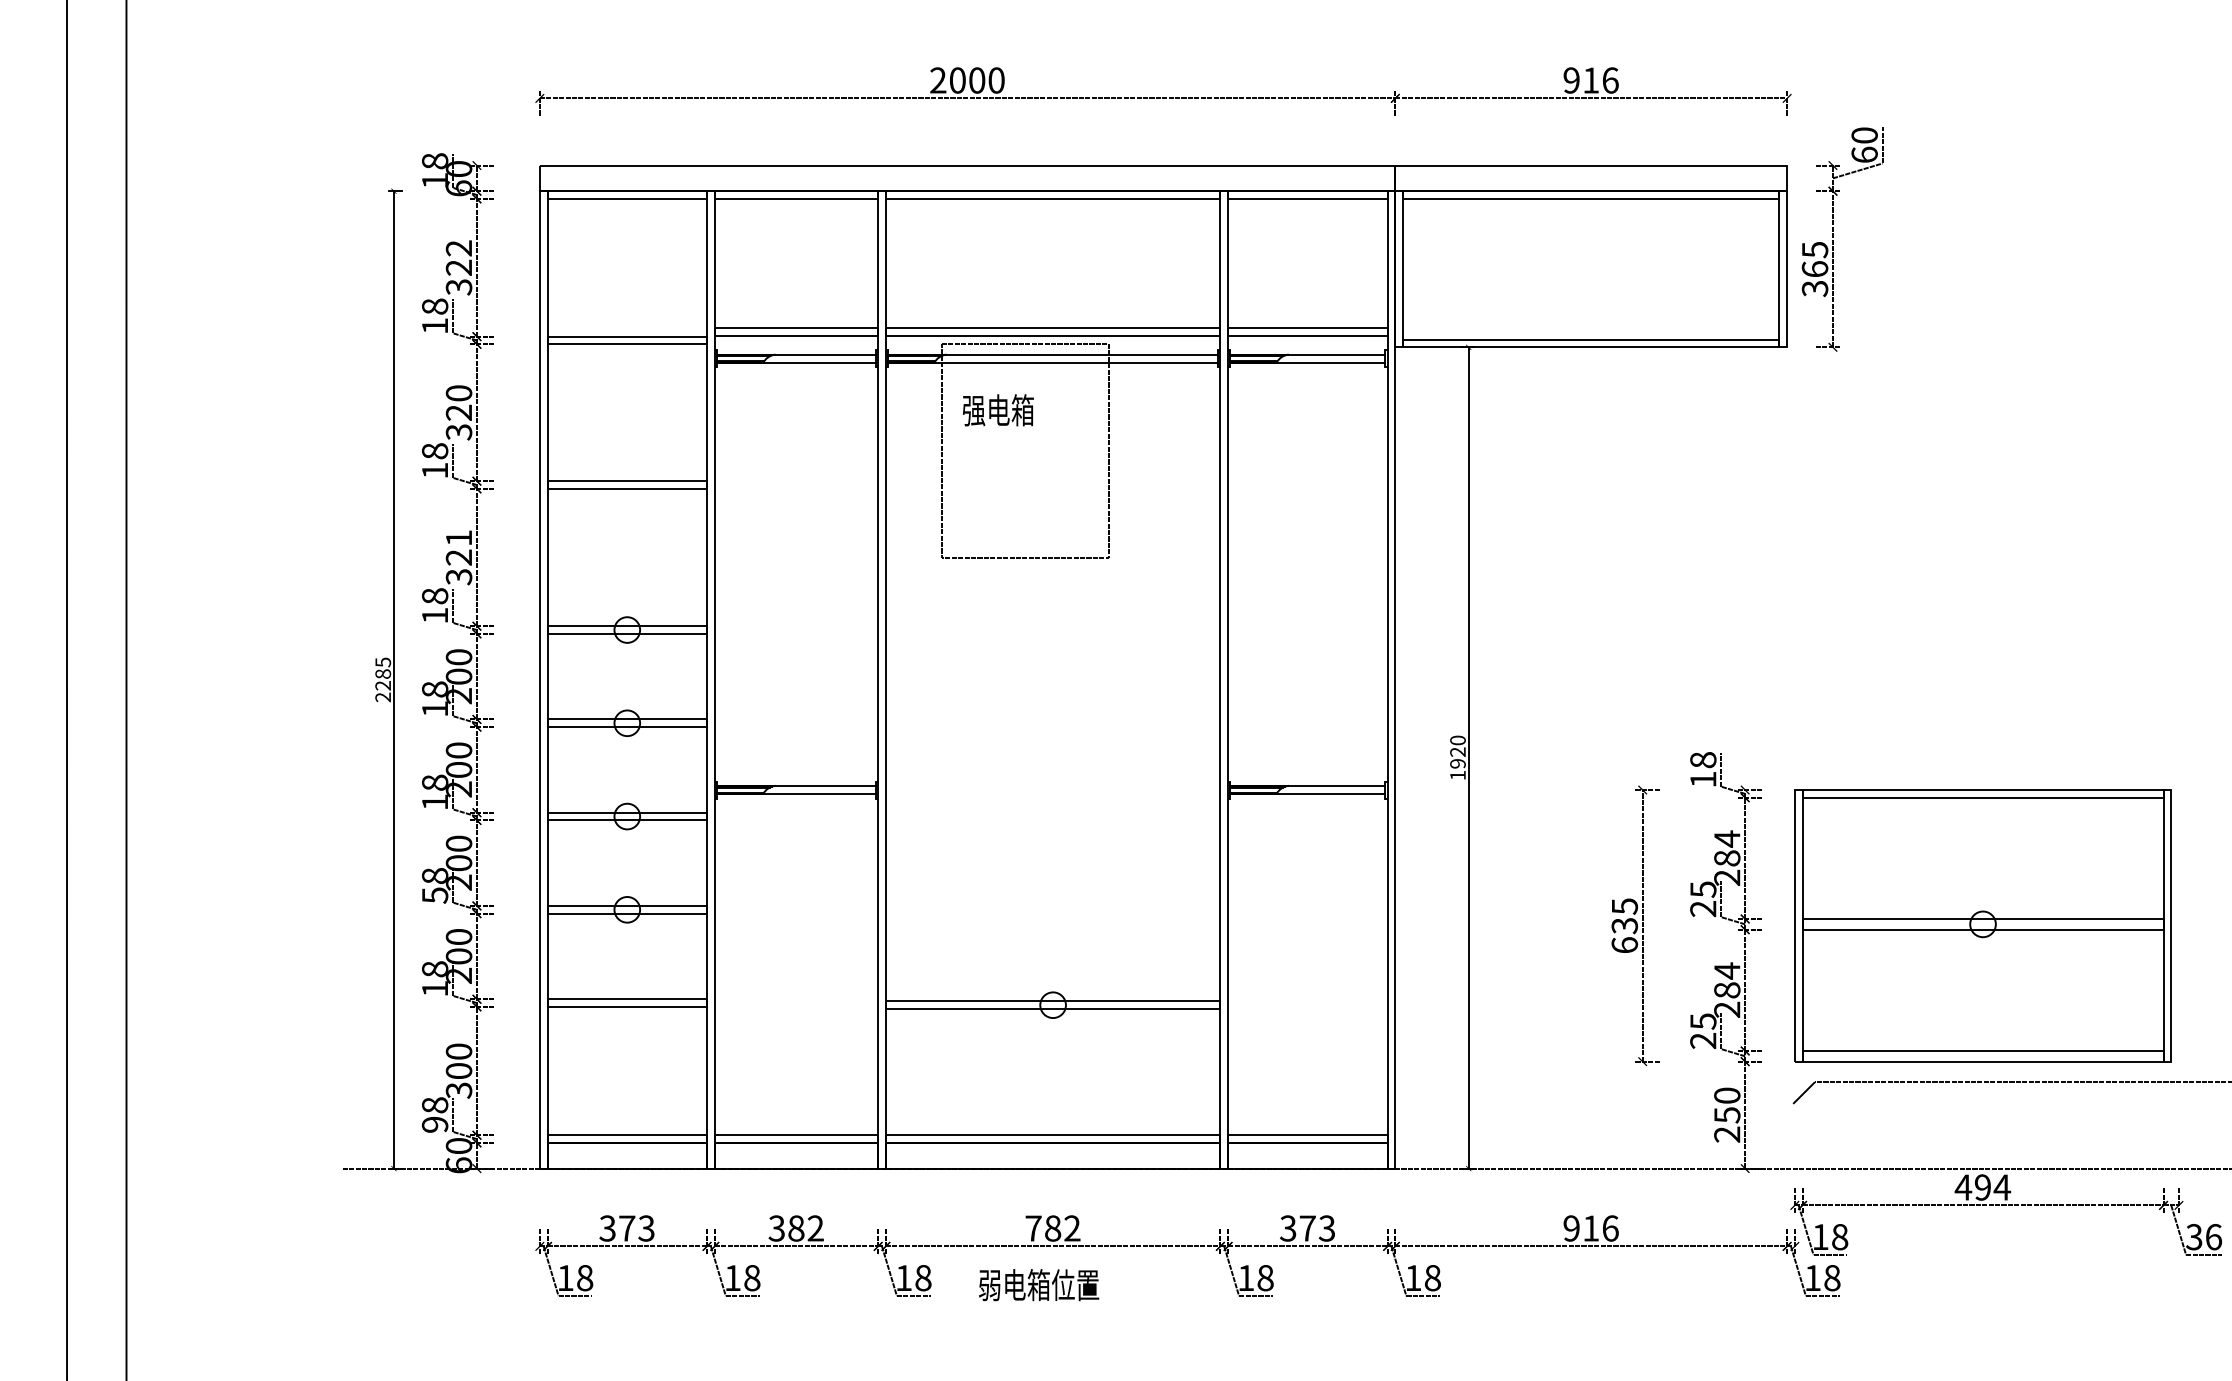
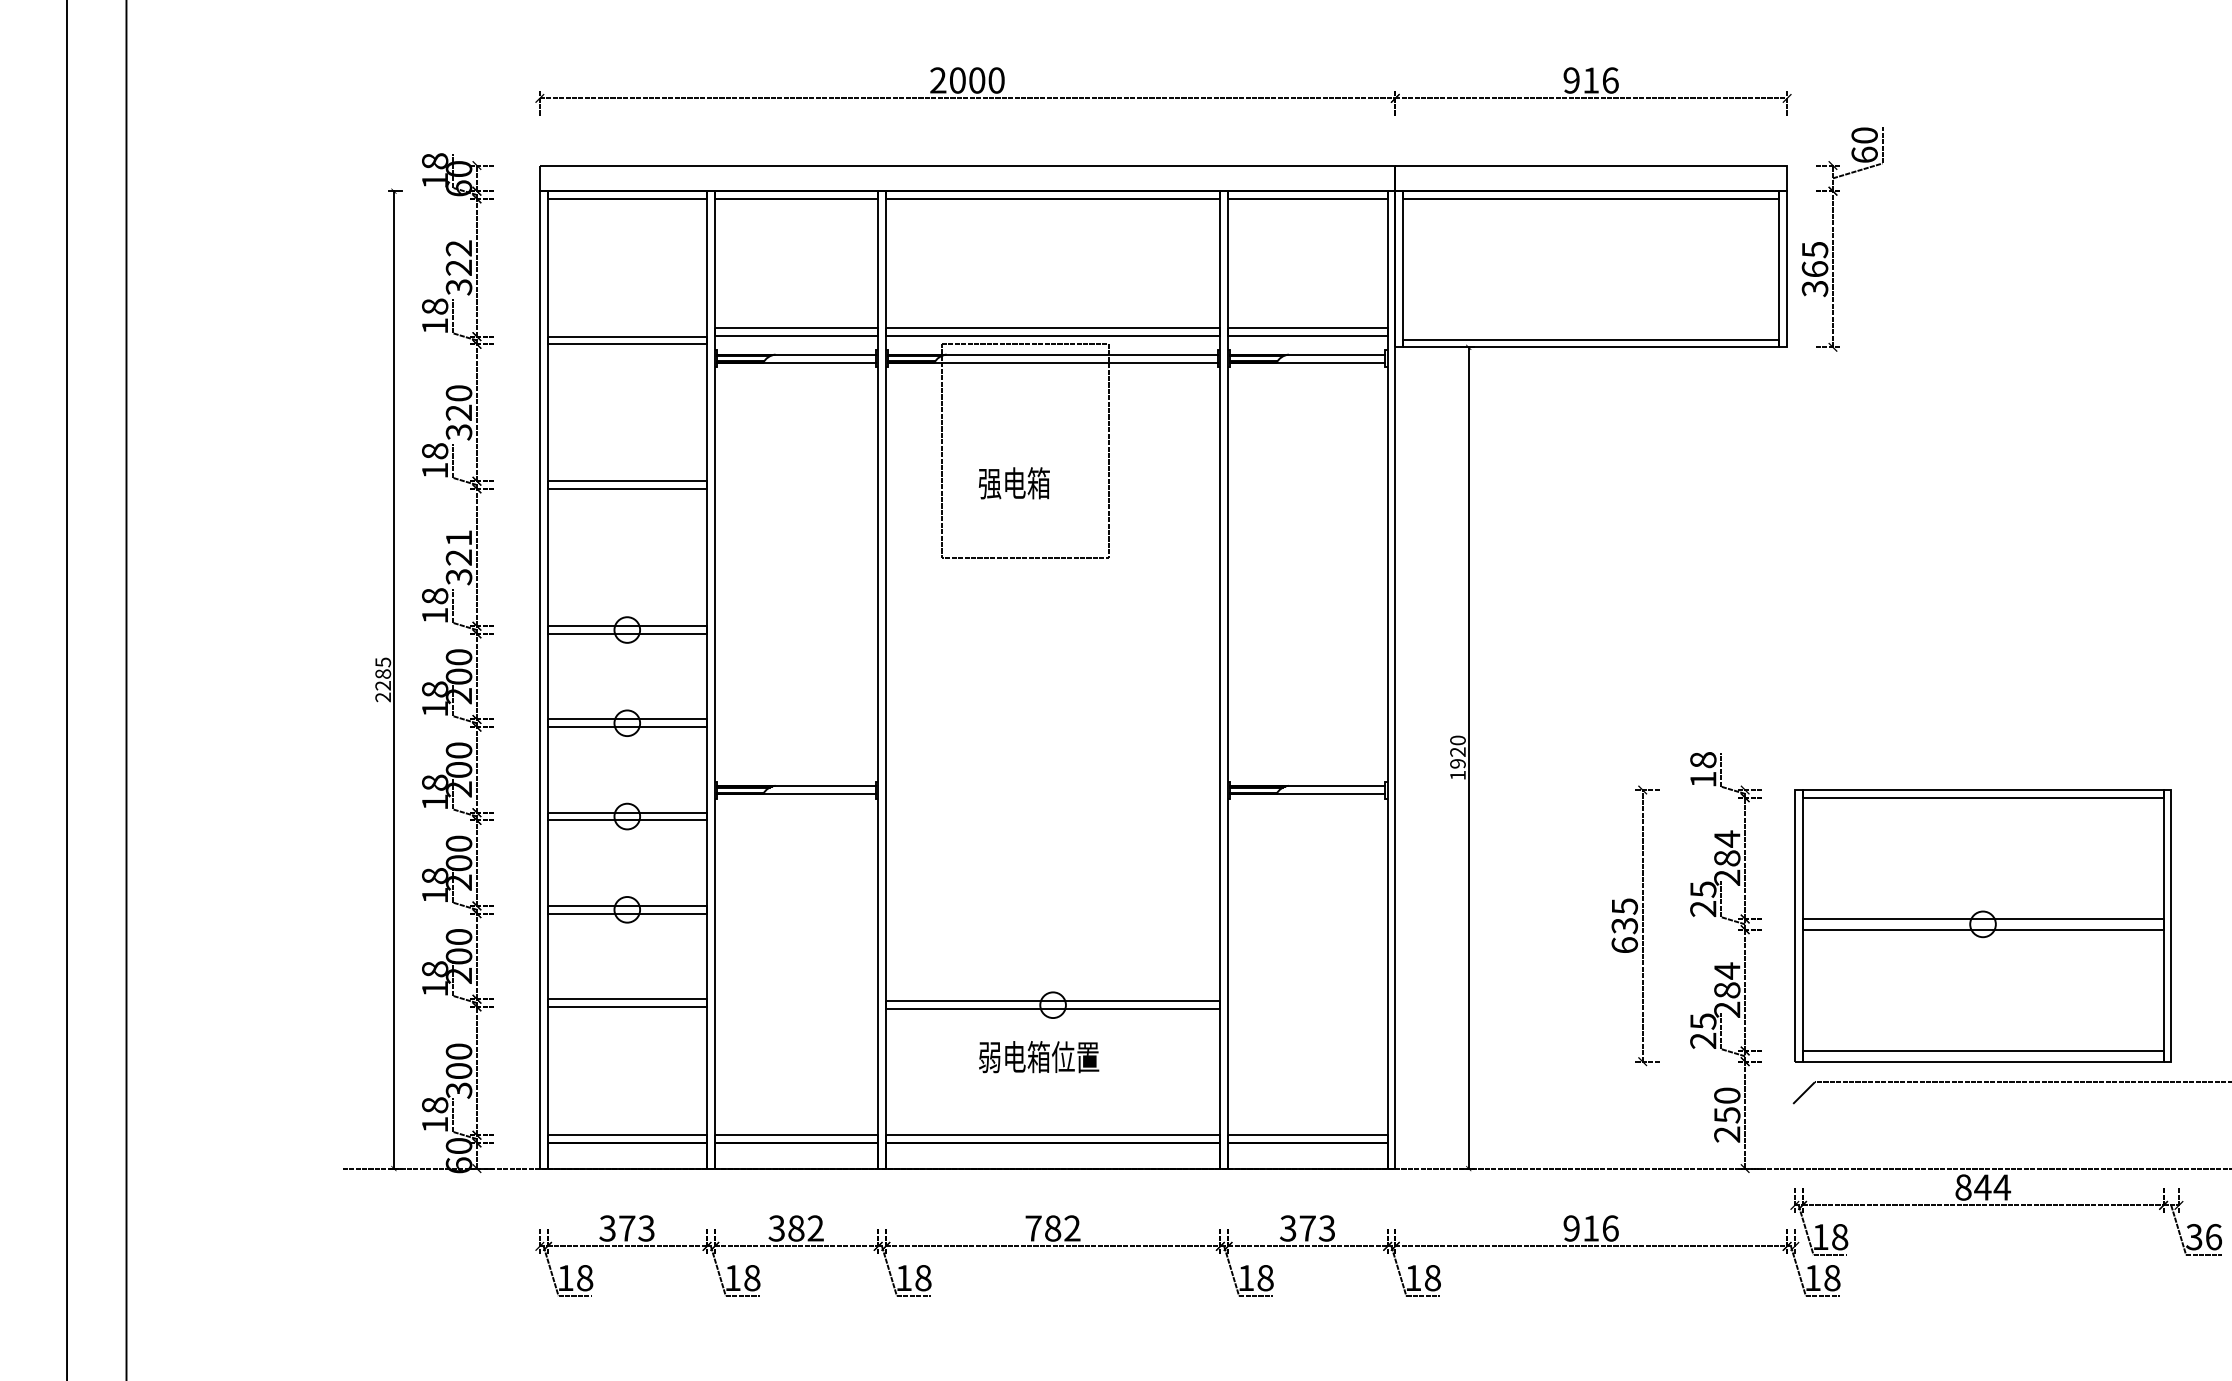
text at (998, 410) position: (998, 410) -> (1014, 483)
text at (435, 895): 58 -> 18
text at (434, 1124): 98 -> 18
text at (1972, 1187): 494 -> 844
text at (1039, 1285) position: (1039, 1285) -> (1039, 1057)
